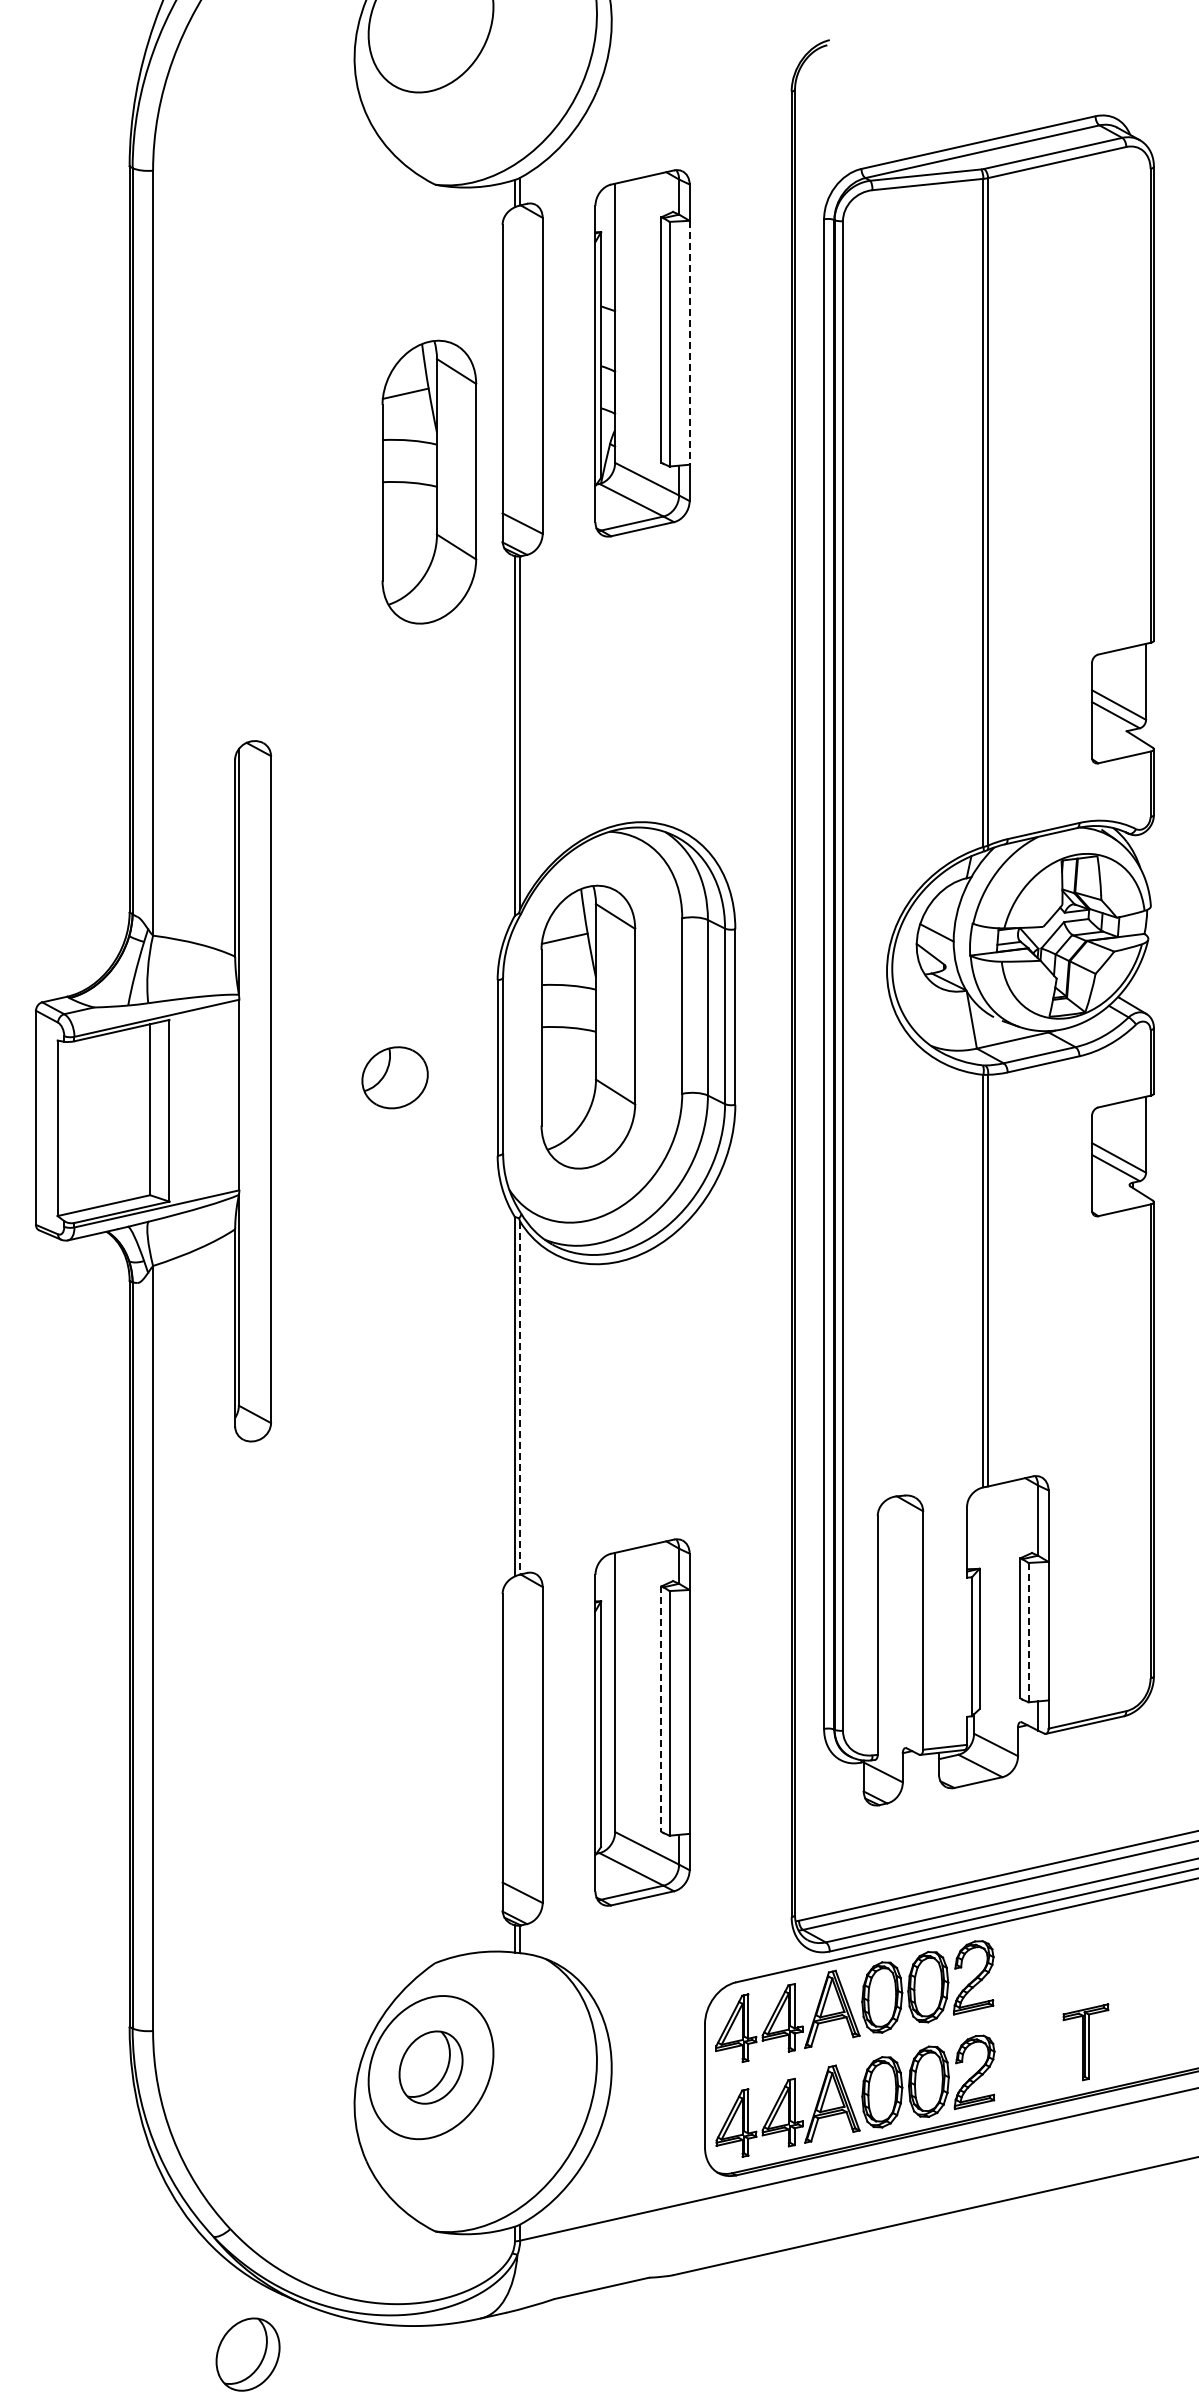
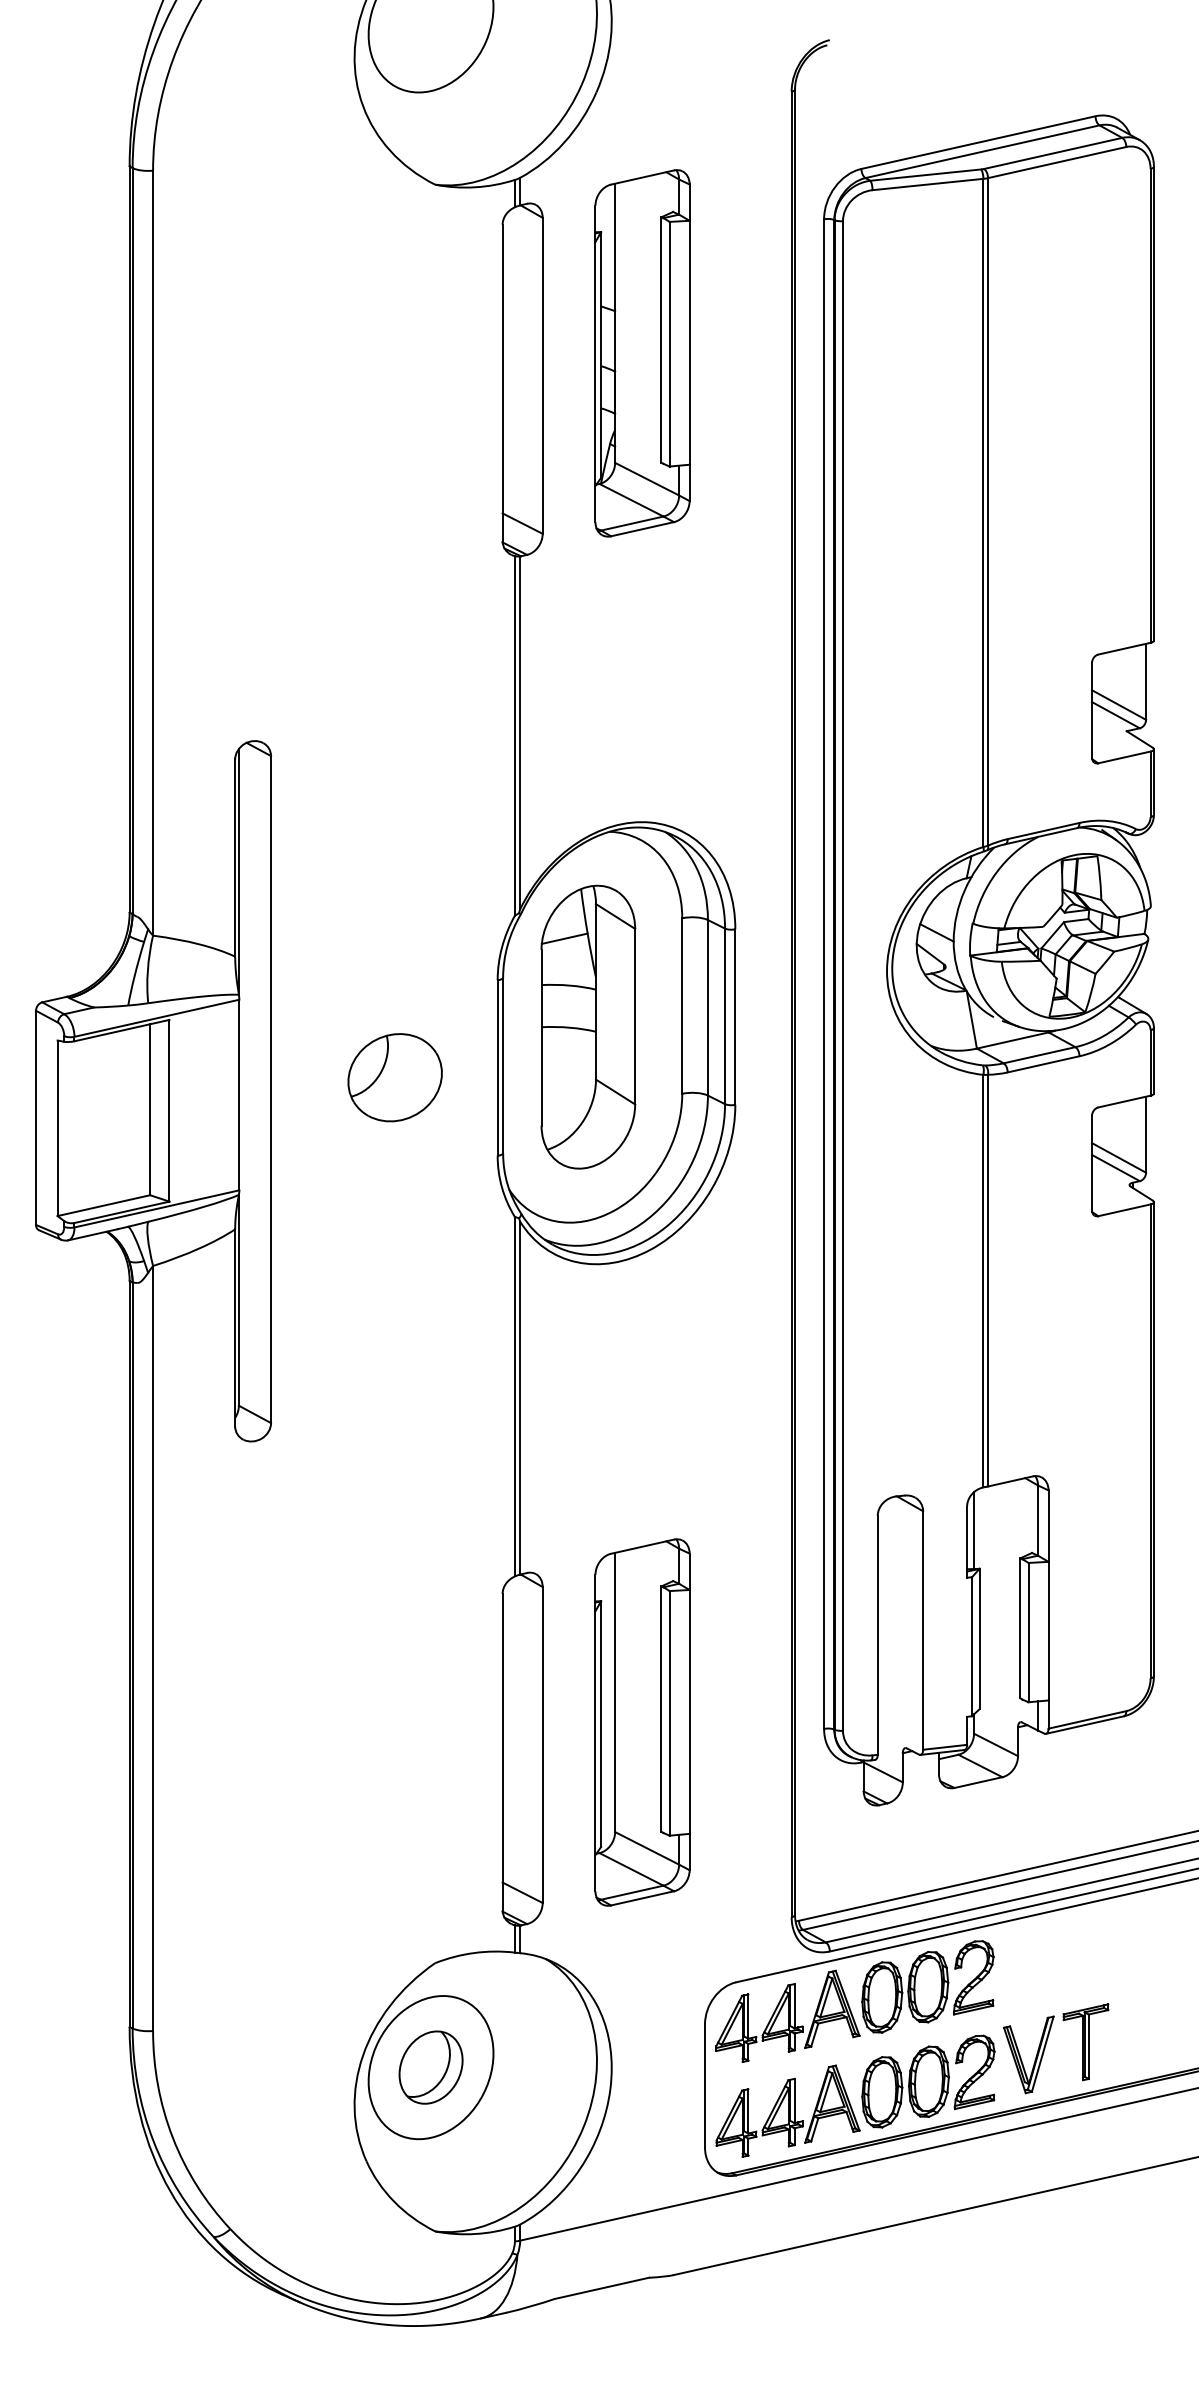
line at (689, 342): dashed -> solid
part at (429, 481): present -> none
part at (394, 1077) size: 68x64 px -> 96x90 px
line at (520, 1398): dashed -> solid
line at (974, 1530): none -> present
line at (1028, 1632): dashed -> solid
line at (661, 1709): dashed -> solid
part at (1035, 2056): none -> present
part at (247, 2354): present -> none
